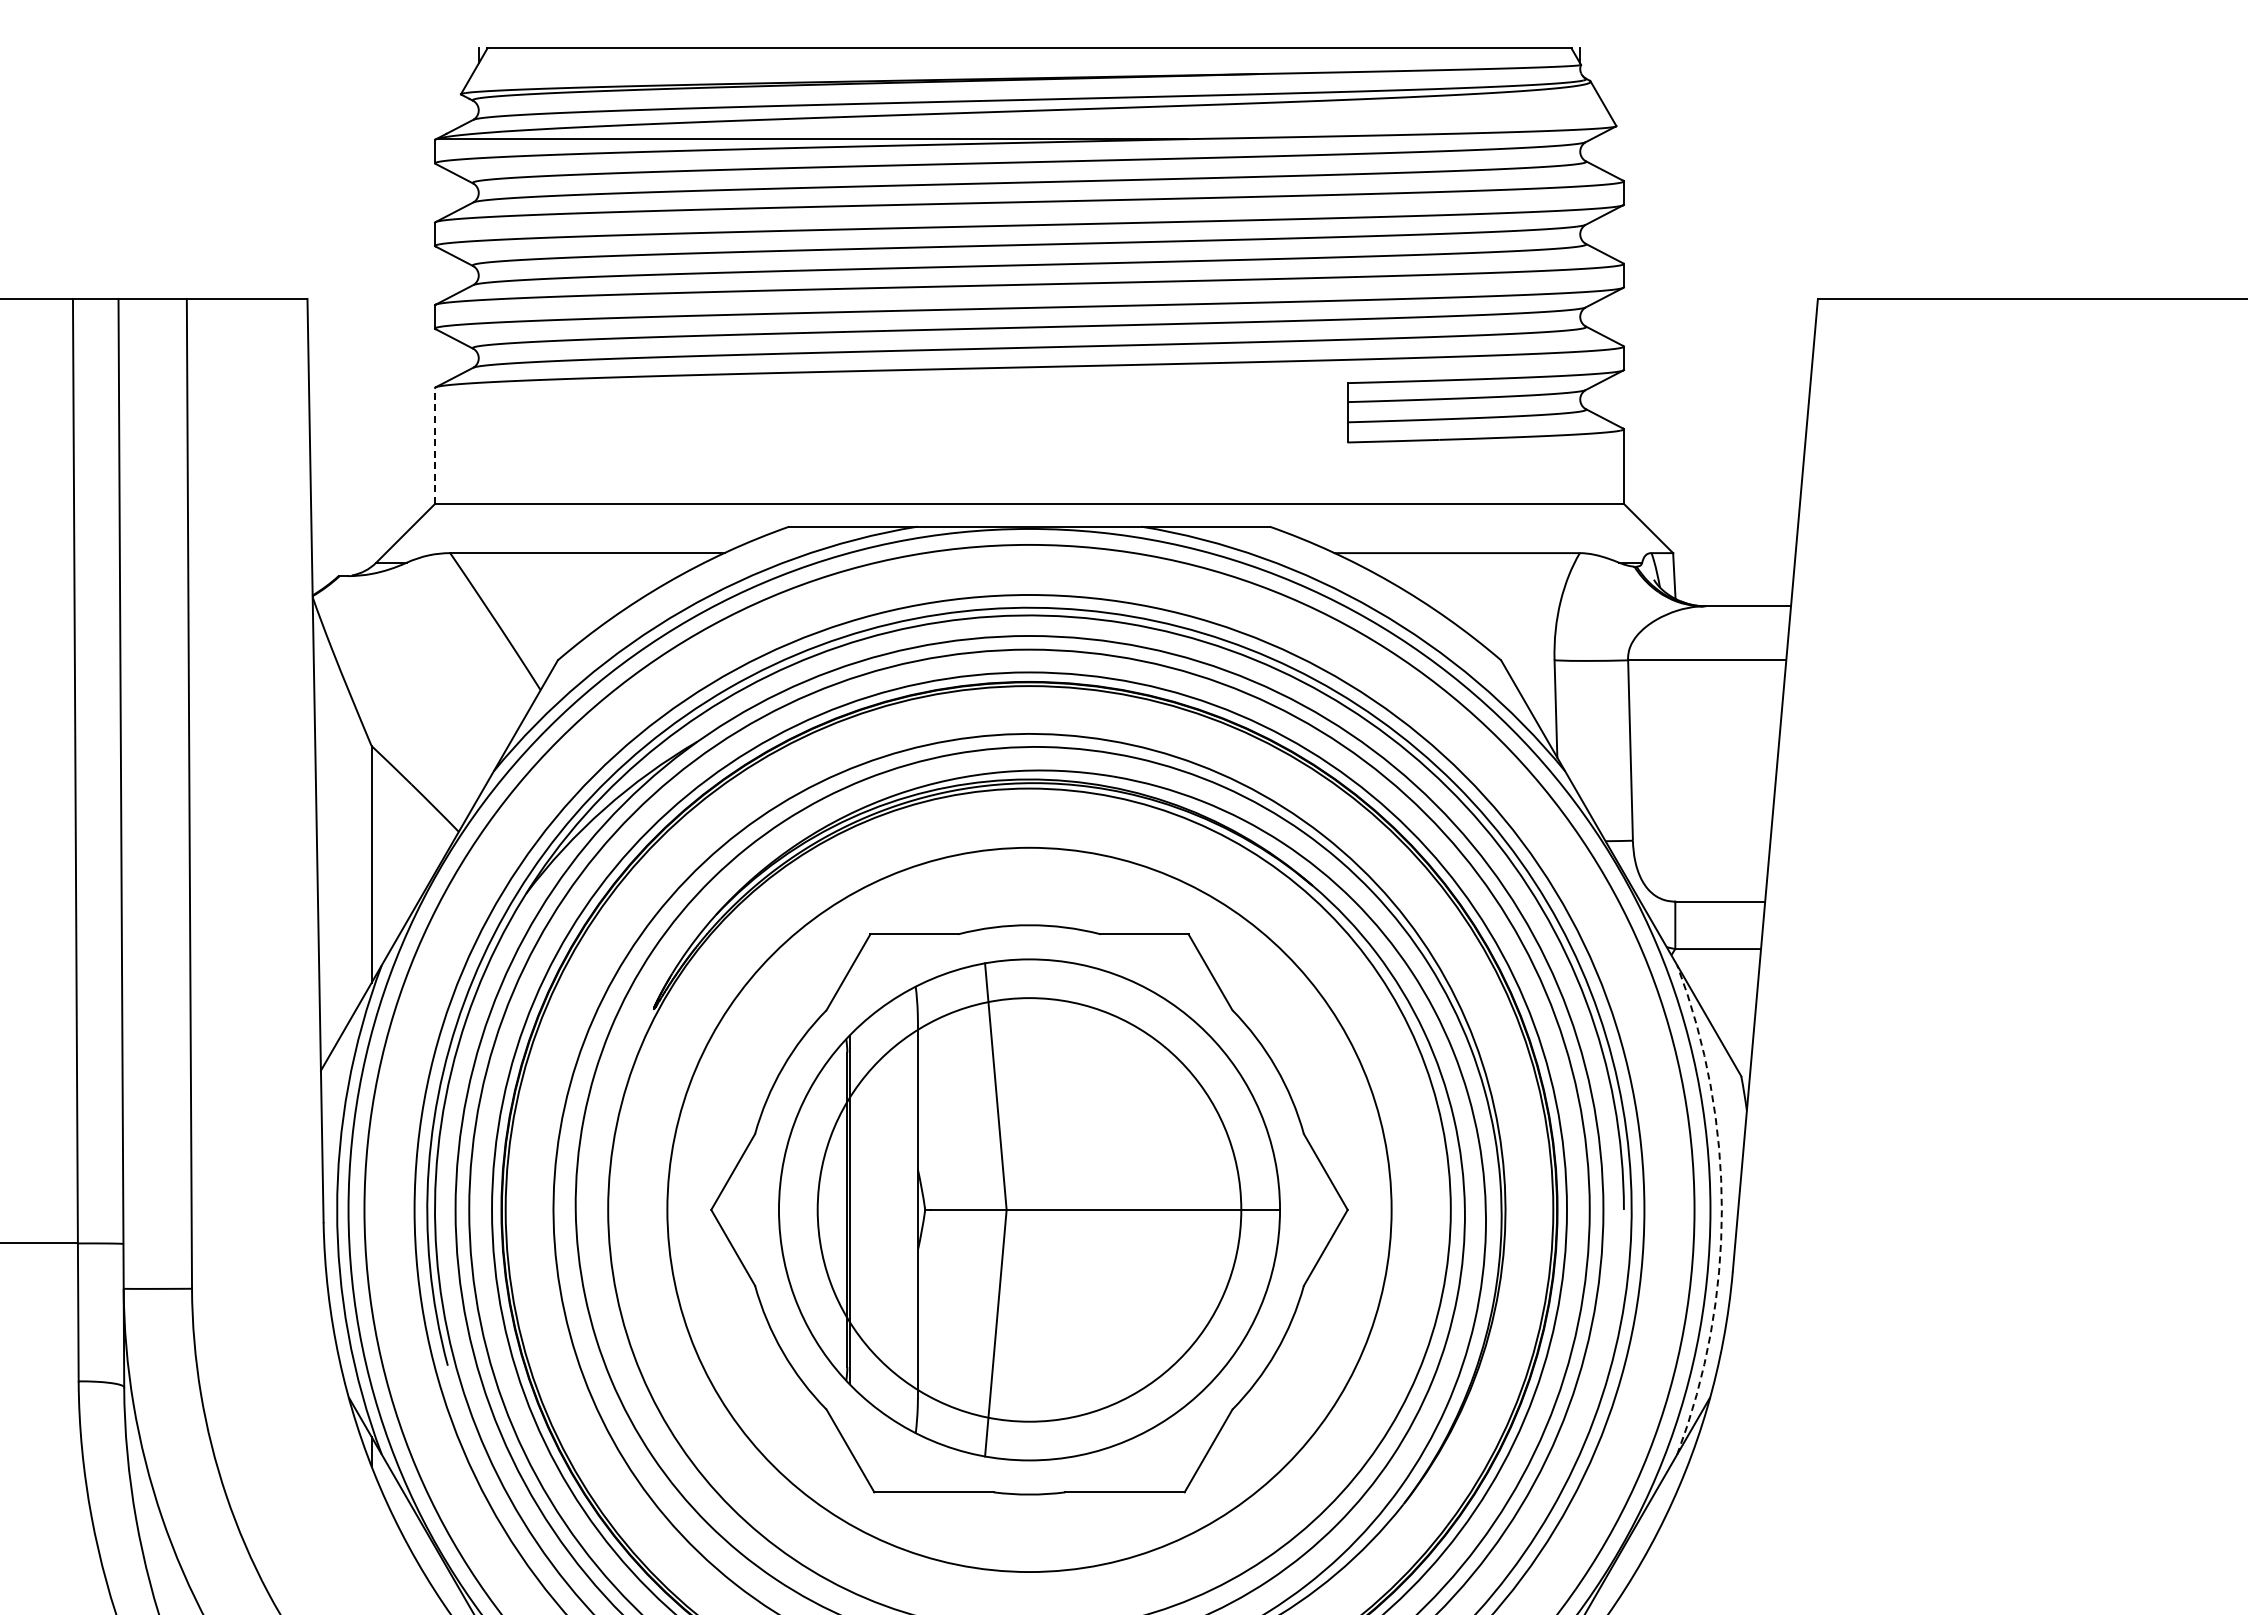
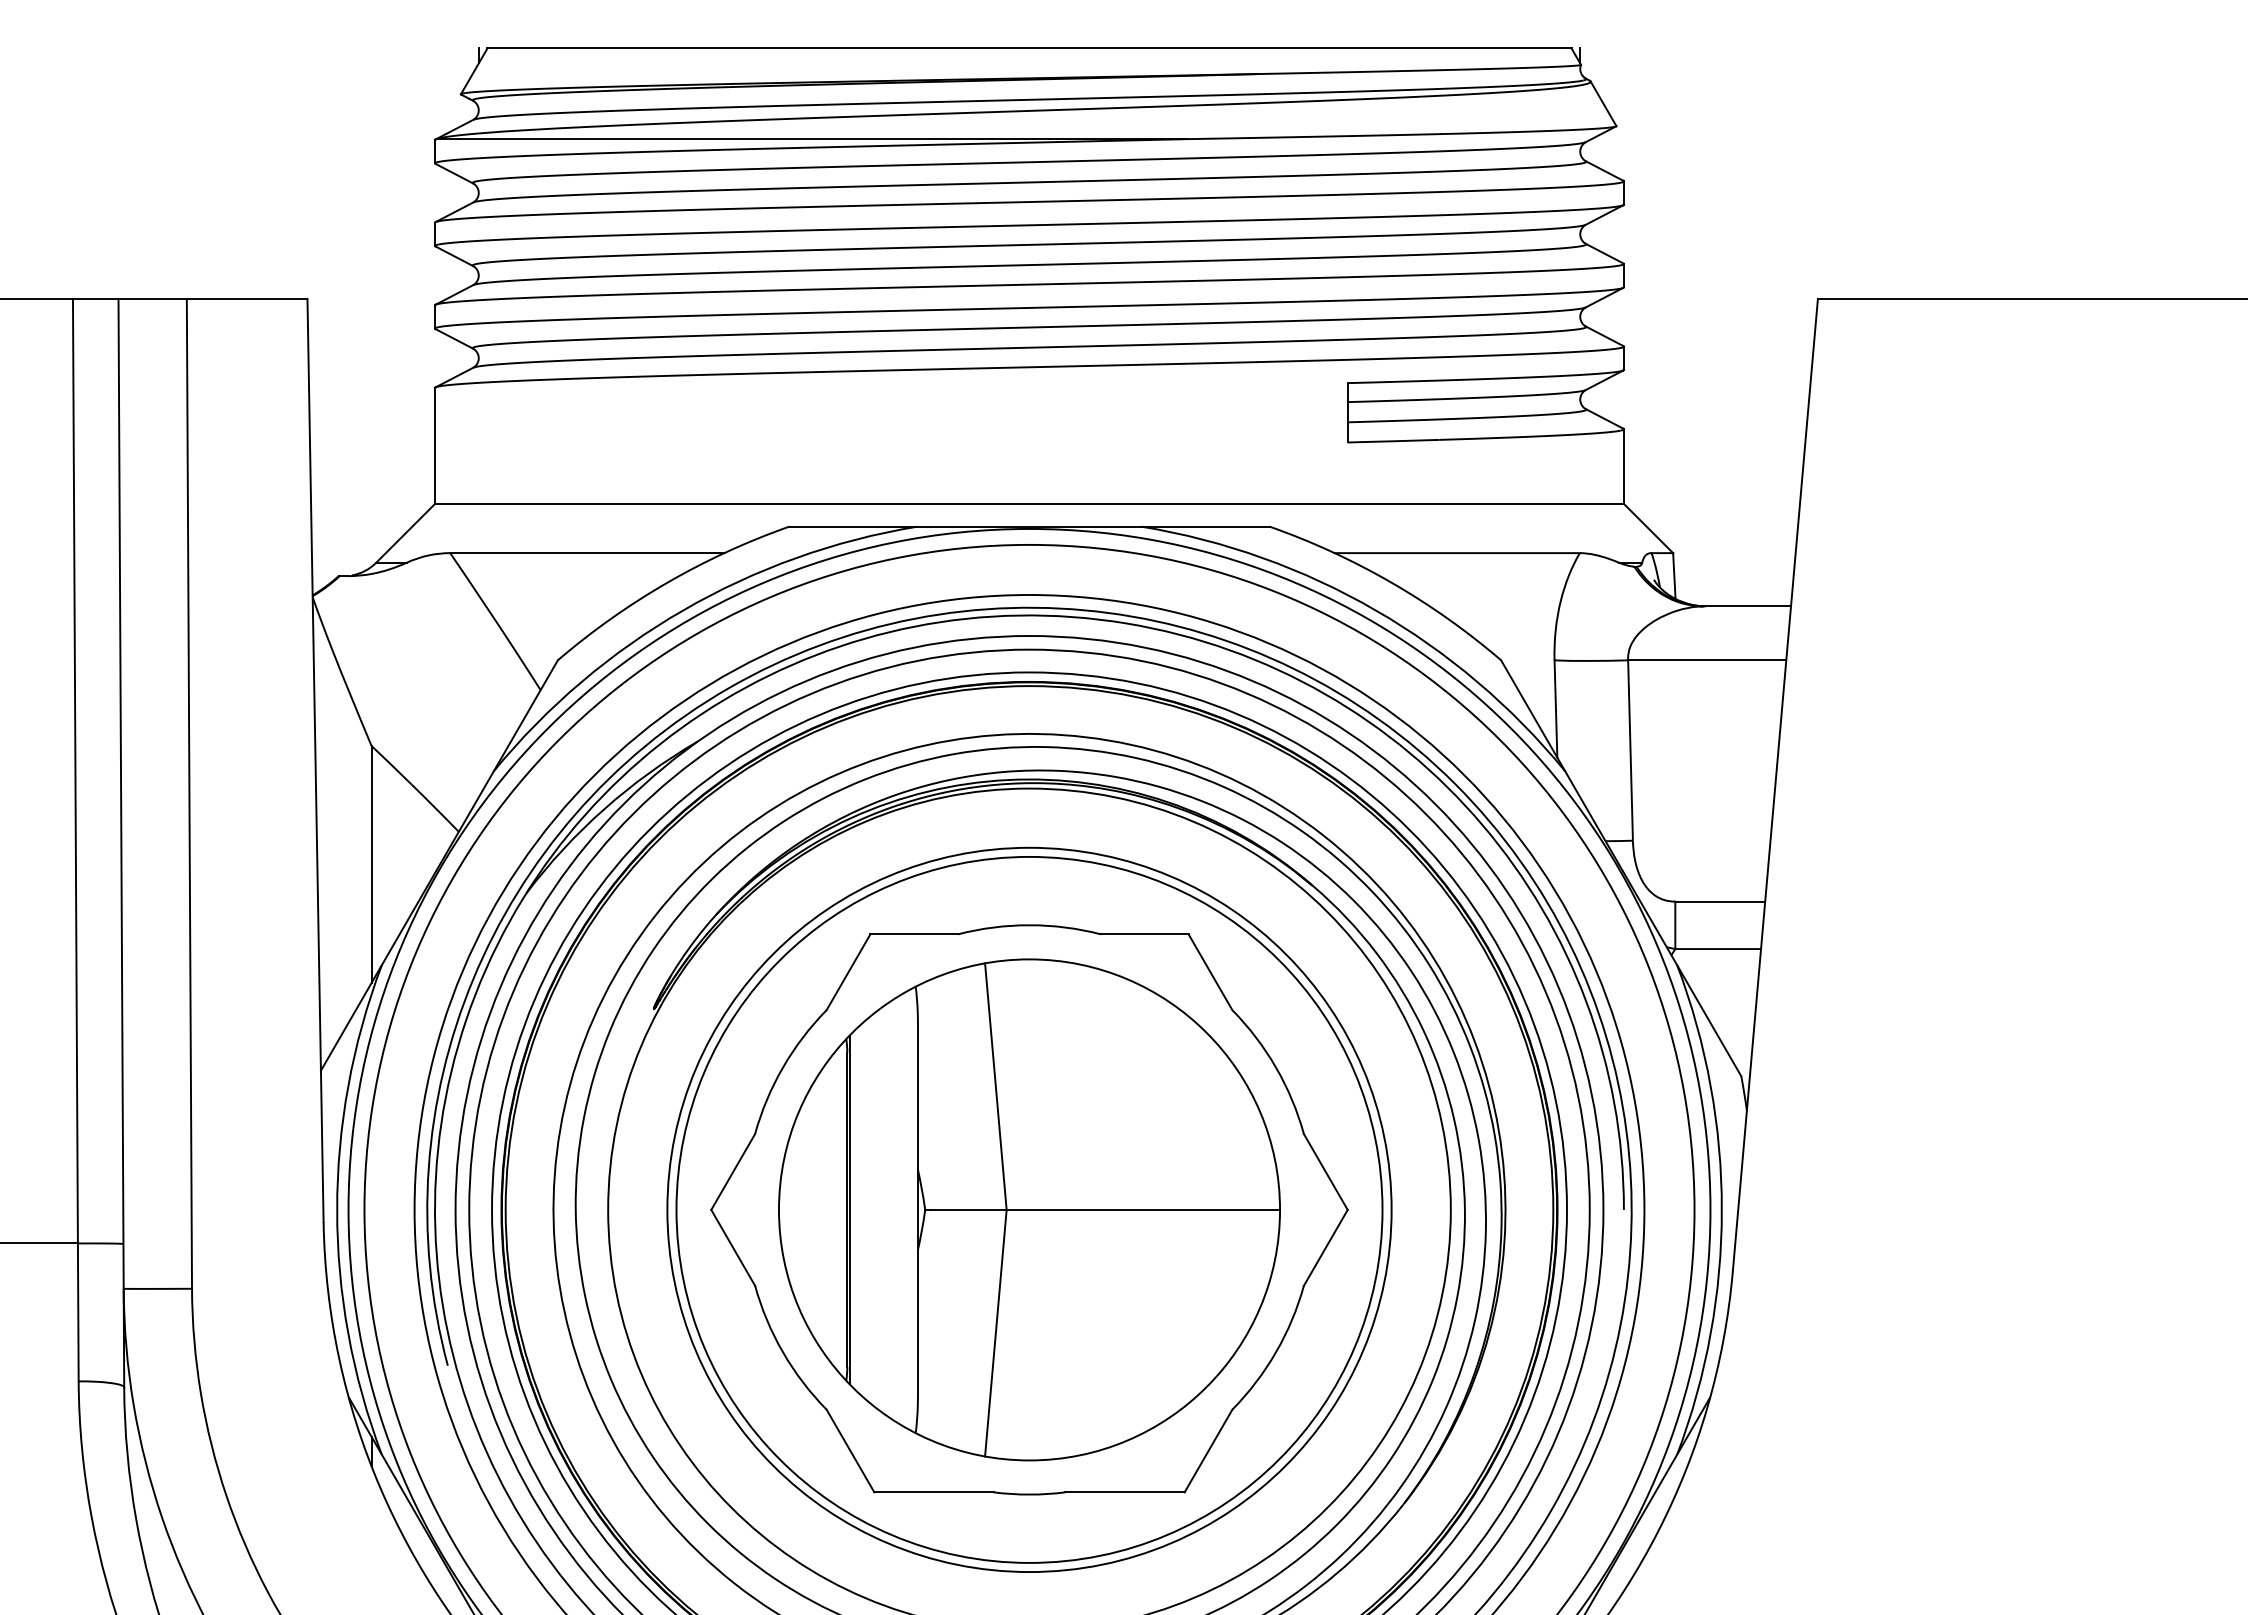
line at (435, 445): dashed -> solid
circle at (1029, 1209) diameter: 424 px -> 706 px
arc at (1721, 1209): dashed -> solid
